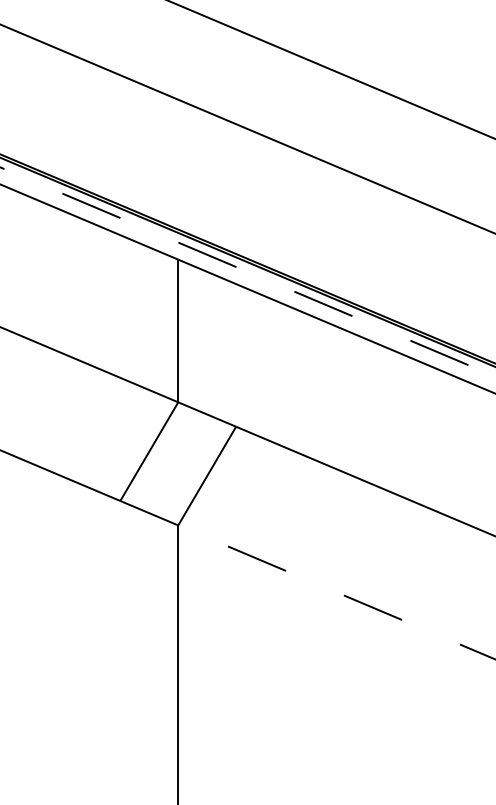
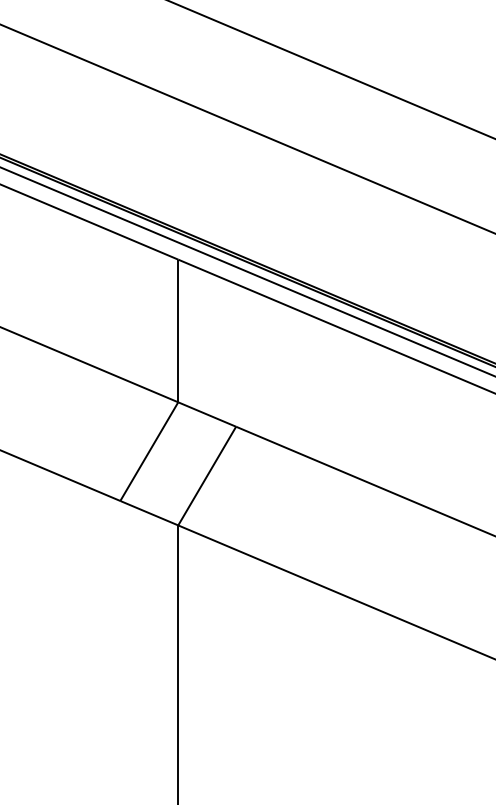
line at (247, 271): dashed -> solid
line at (336, 592): dashed -> solid
